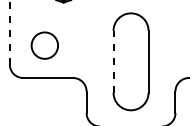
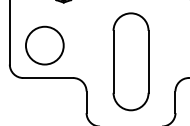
line at (9, 31): dashed -> solid
circle at (44, 45) diameter: 26 px -> 38 px
line at (113, 61): dashed -> solid
